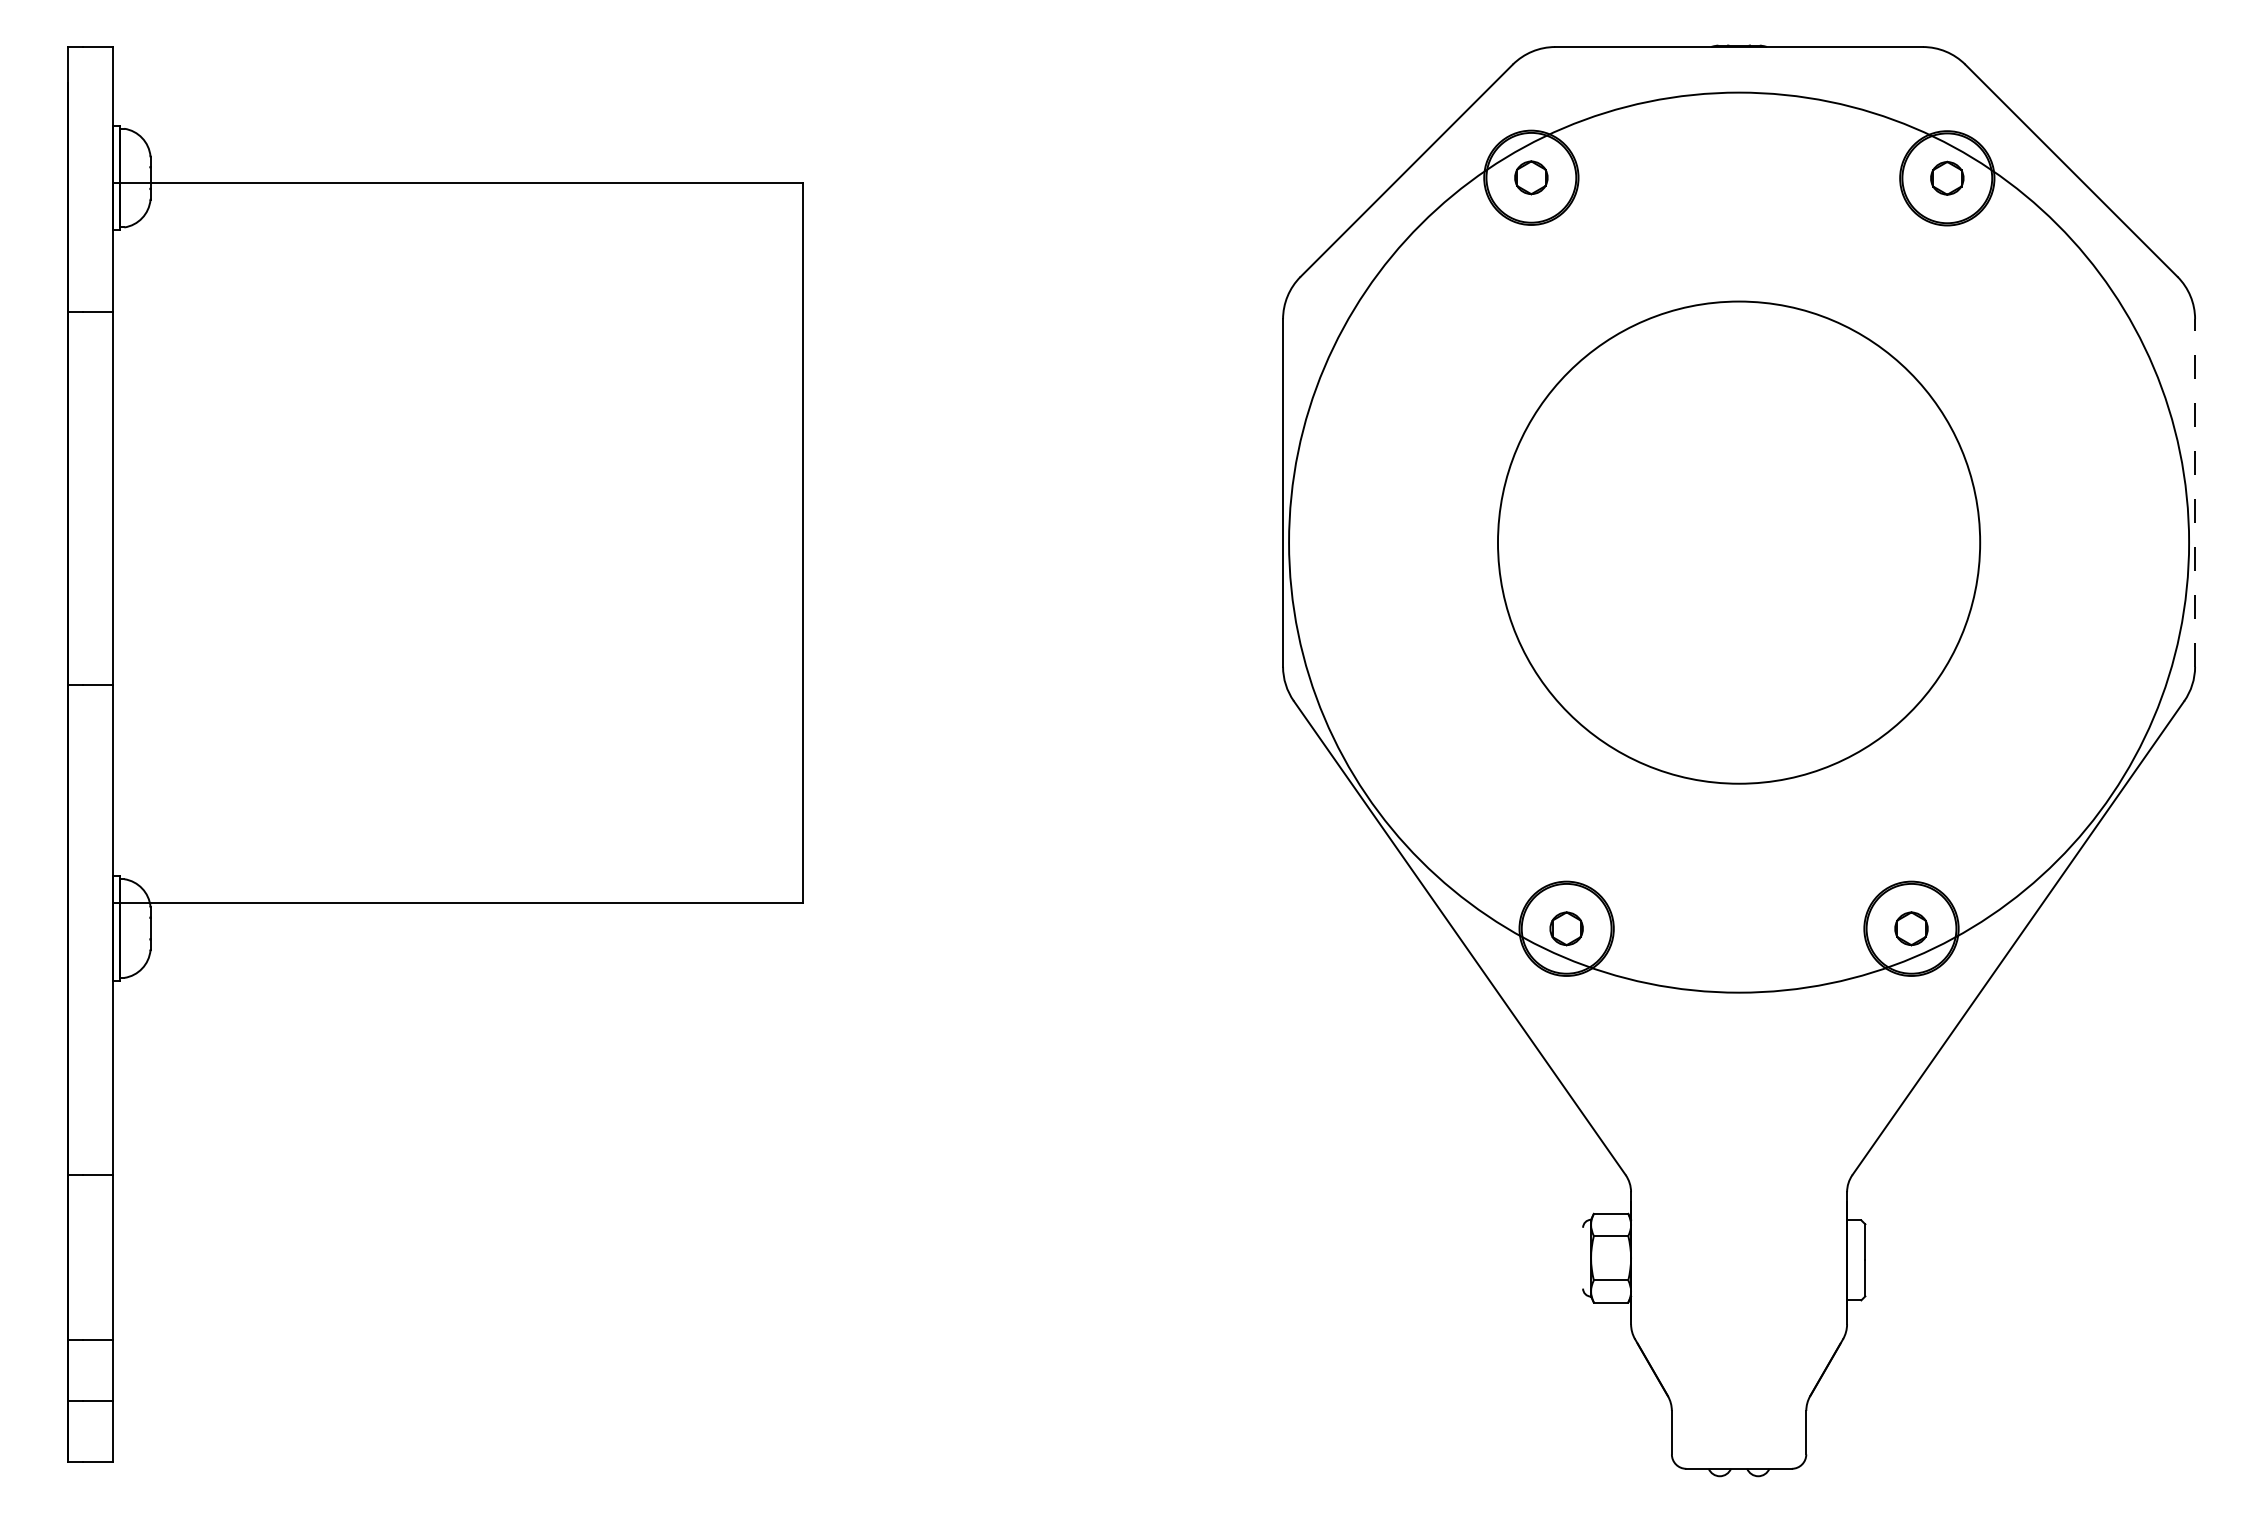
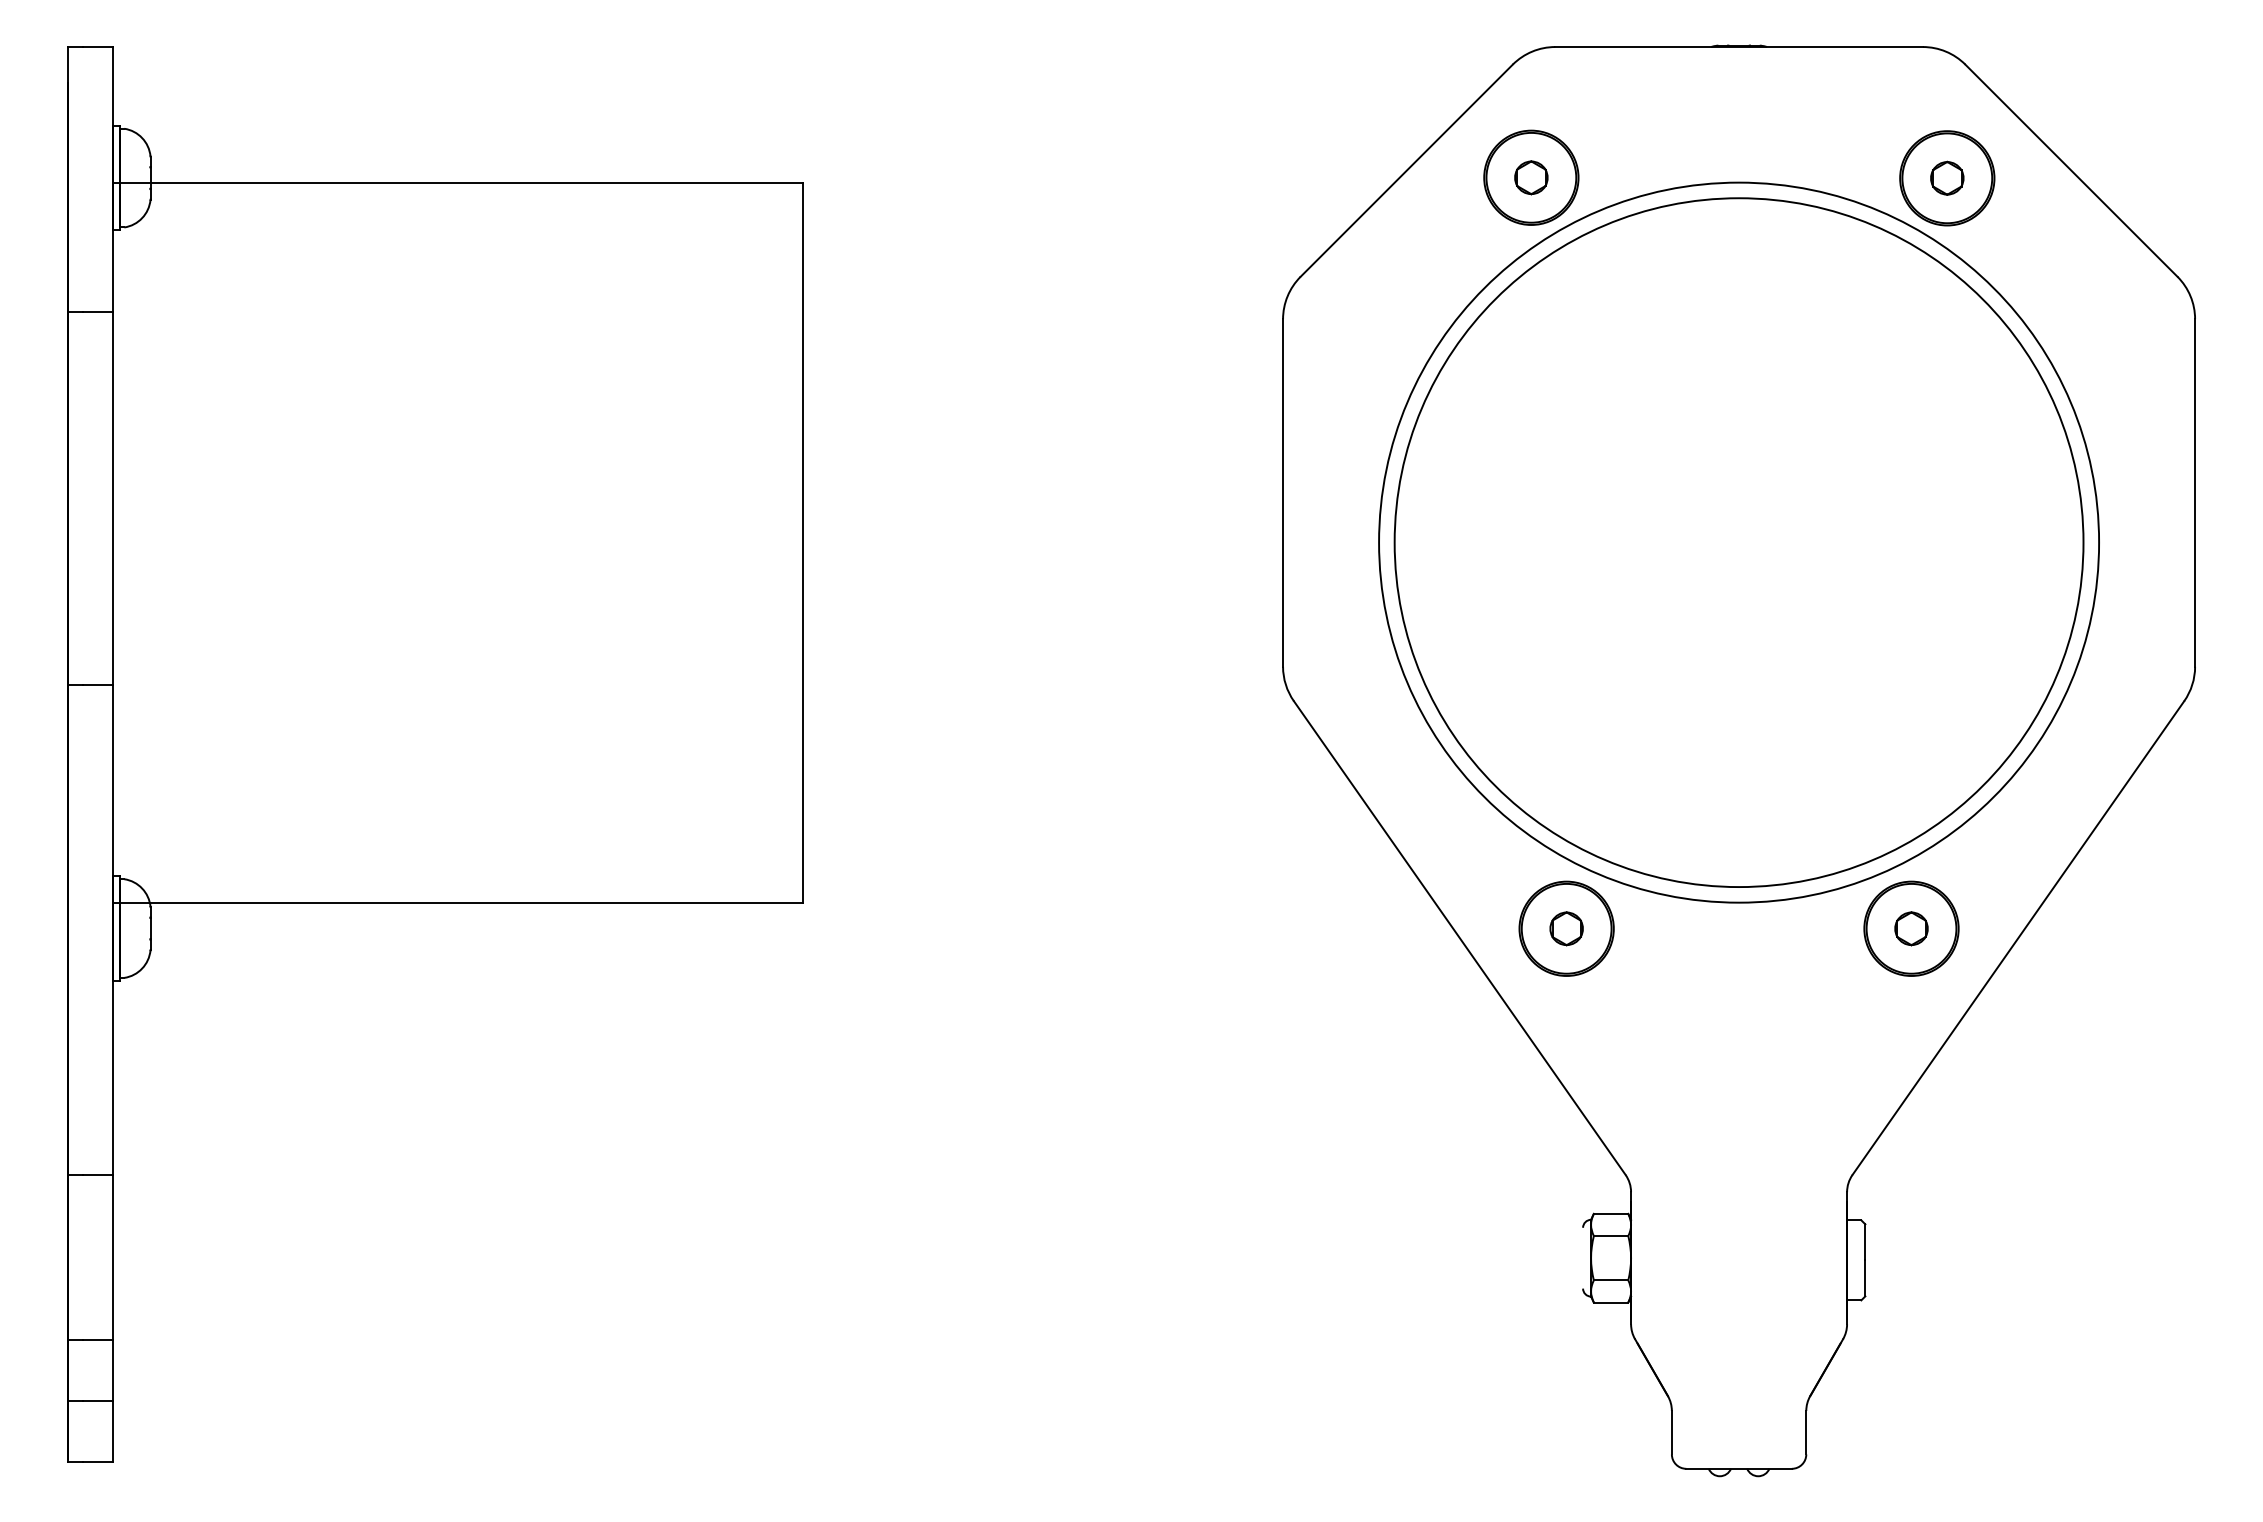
line at (2195, 492): dashed -> solid
circle at (1738, 542) diameter: 482 px -> 689 px
circle at (1739, 542) diameter: 900 px -> 720 px
